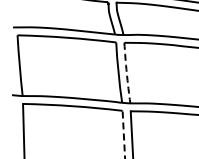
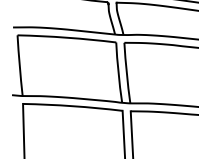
arc at (126, 73): dashed -> solid
line at (123, 134): dashed -> solid
